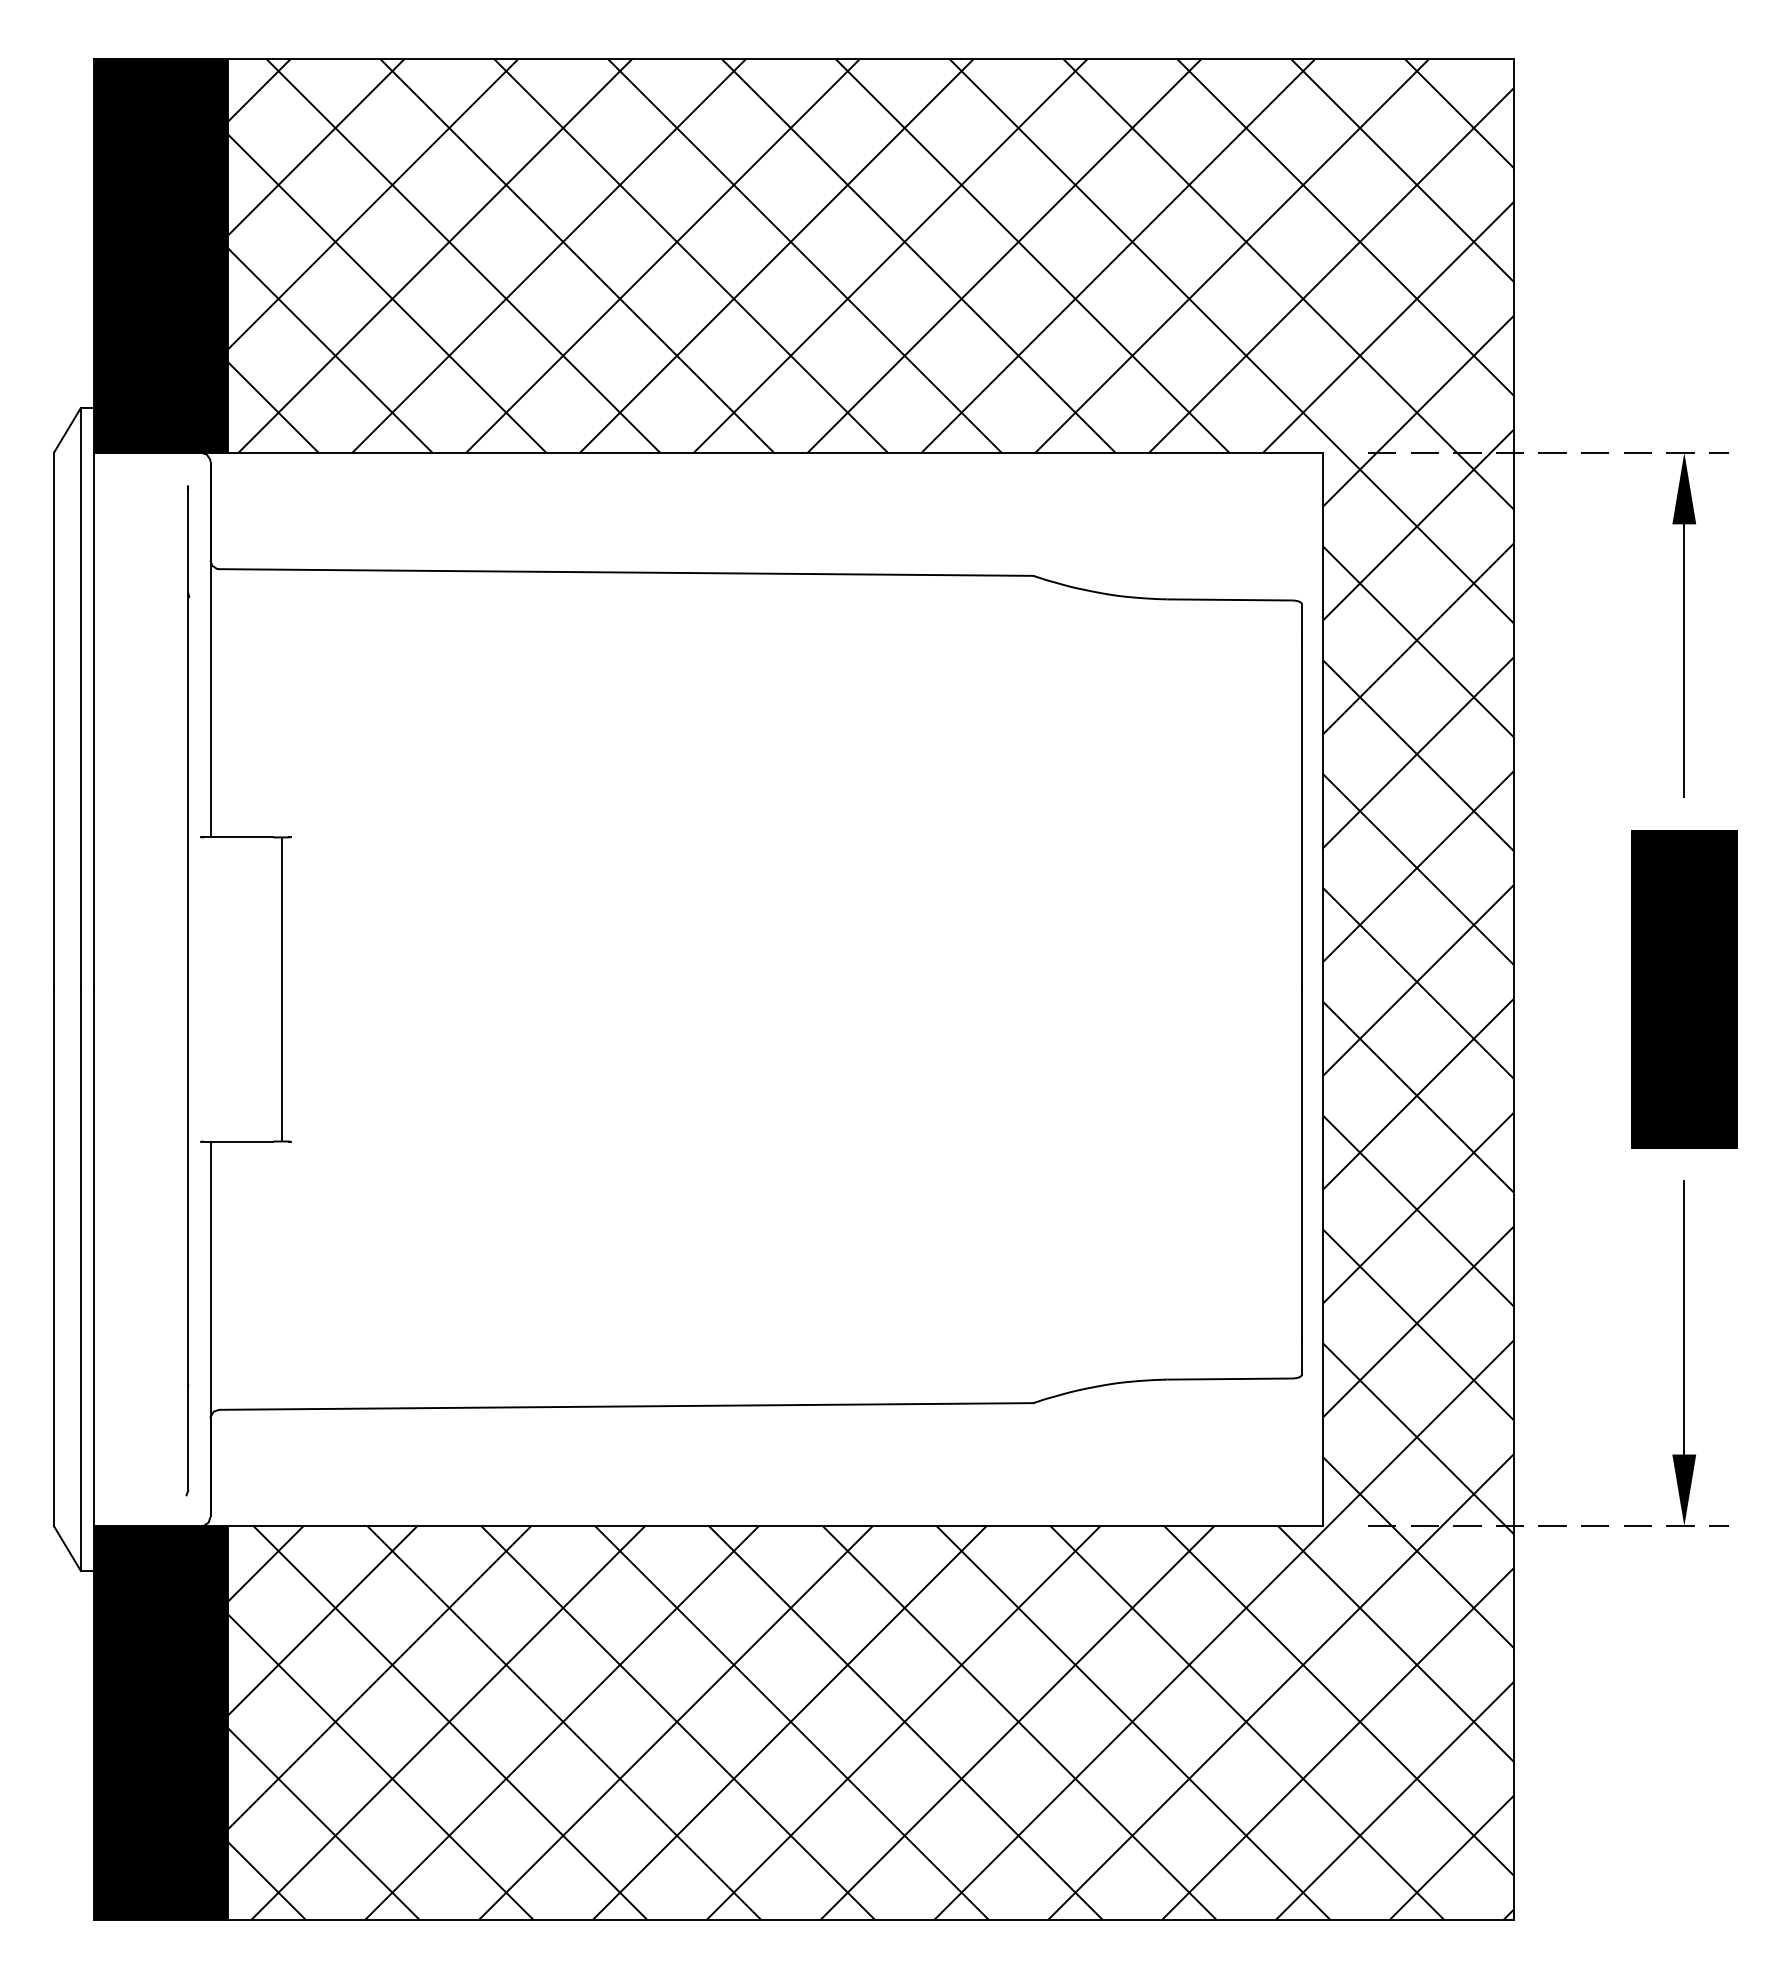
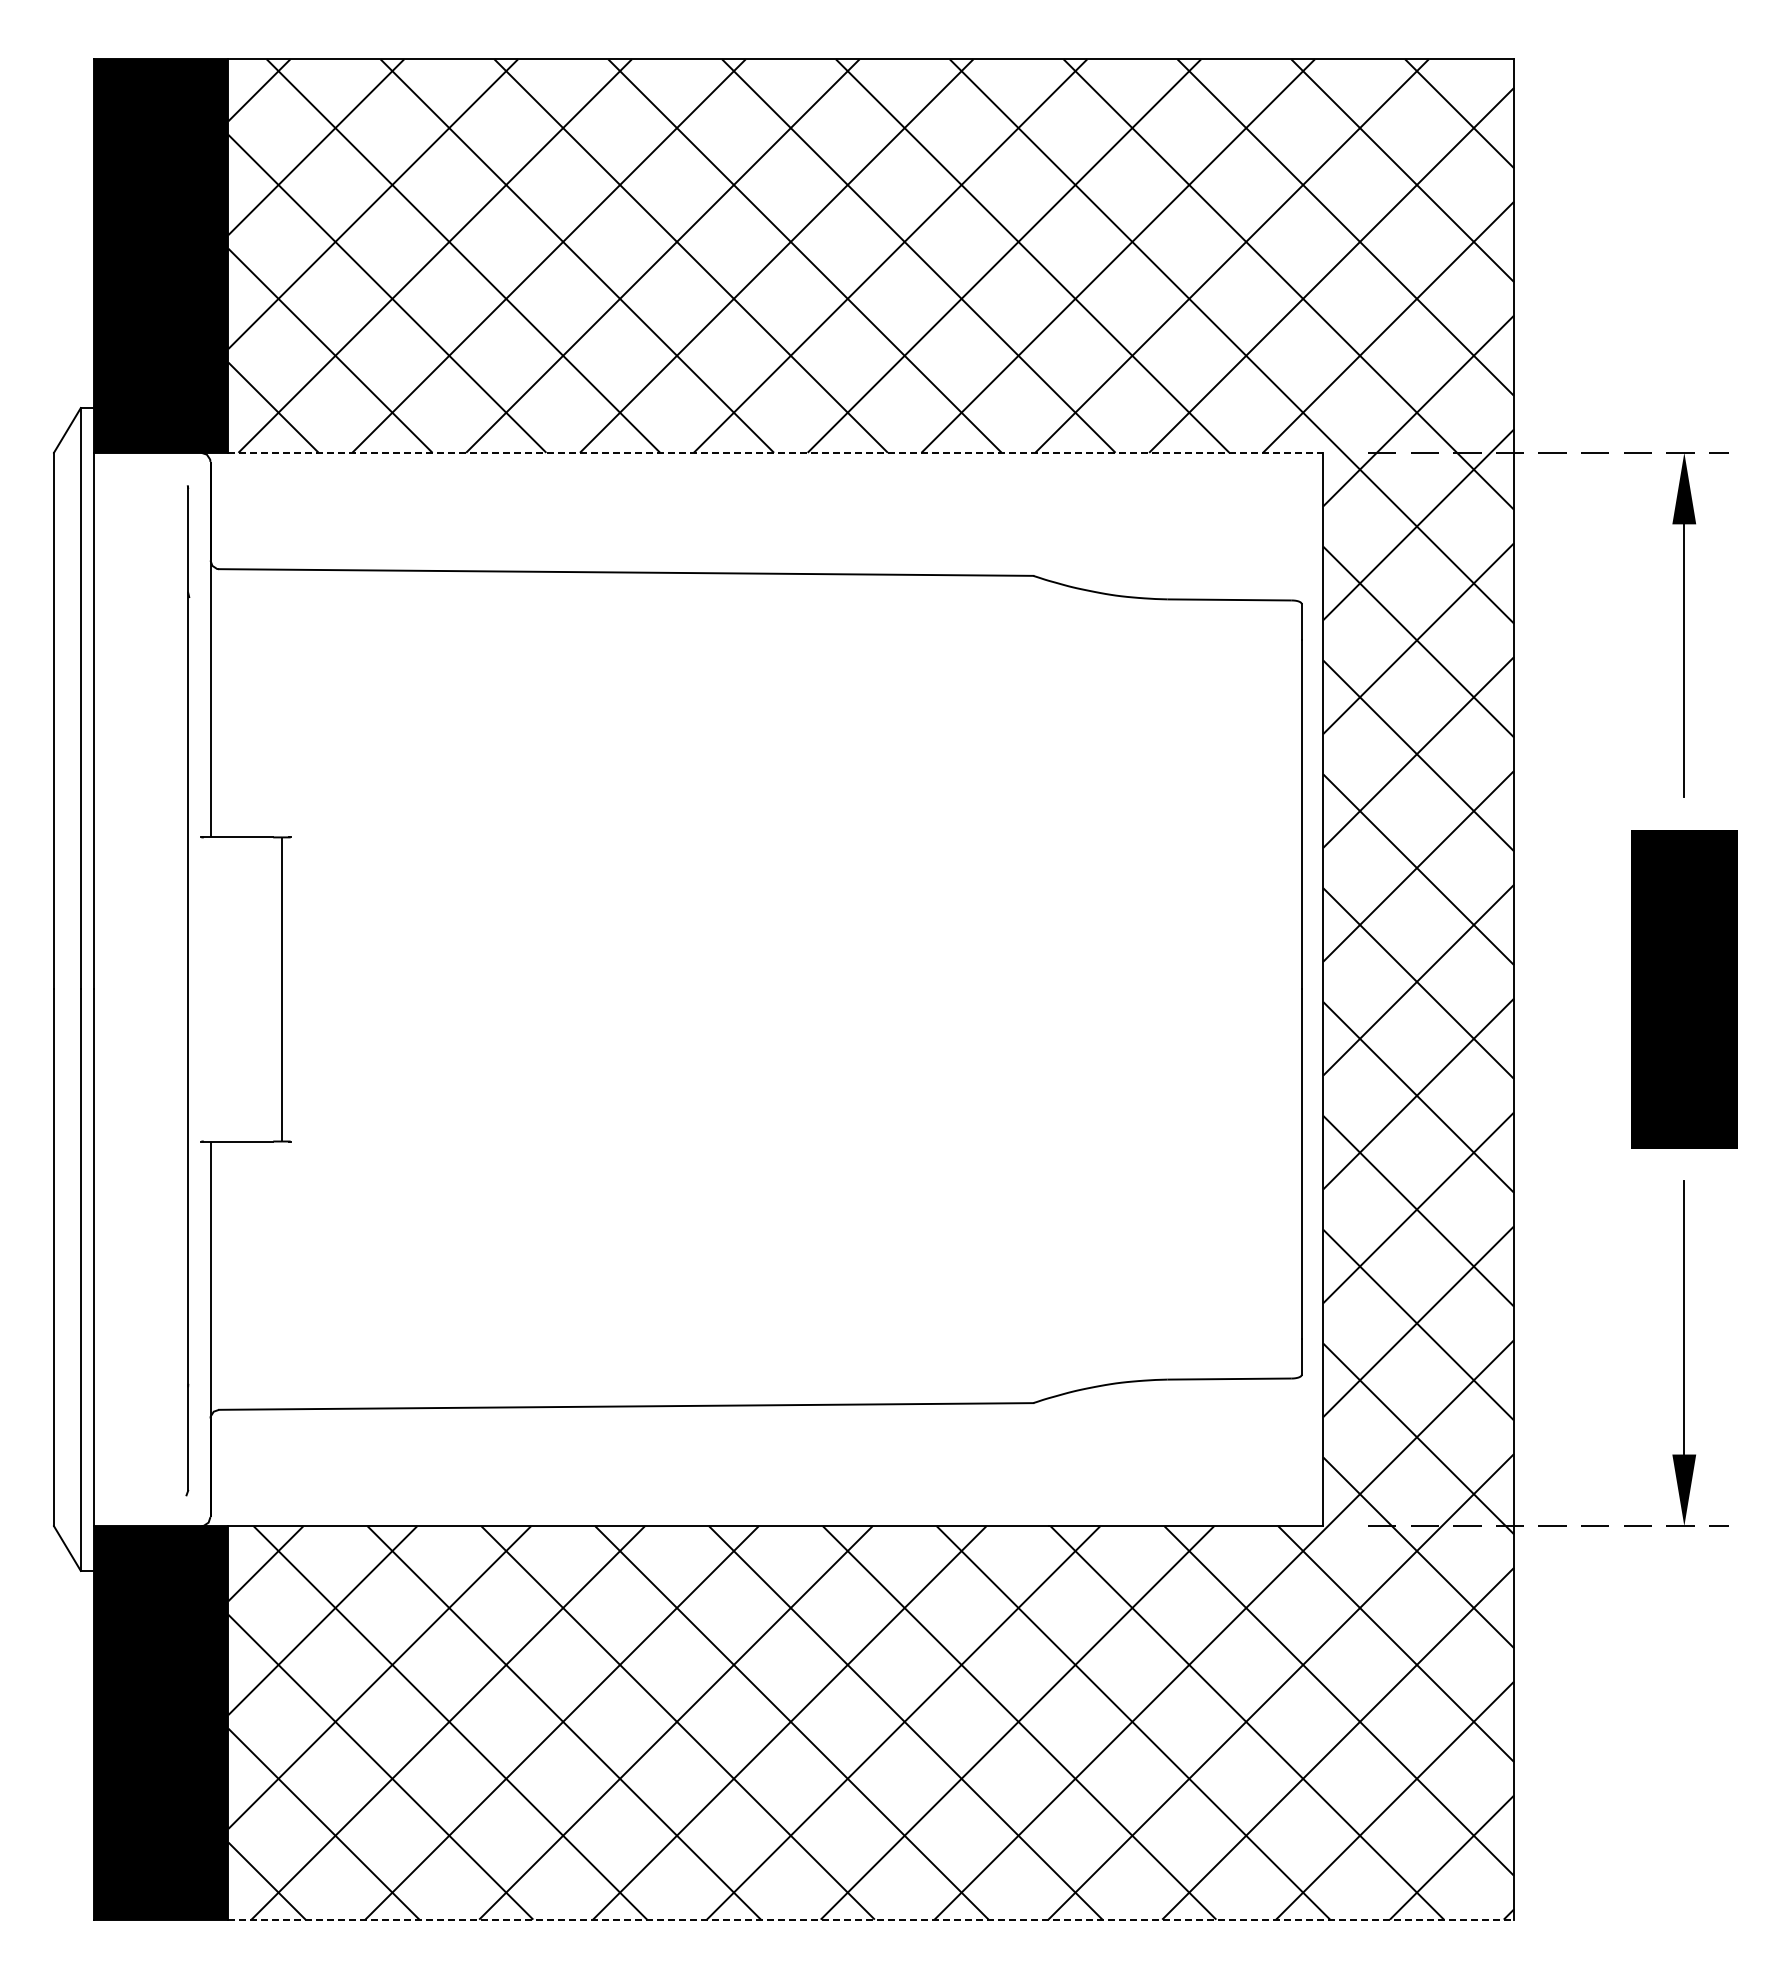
line at (776, 452): solid -> dashed
line at (871, 1919): solid -> dashed
